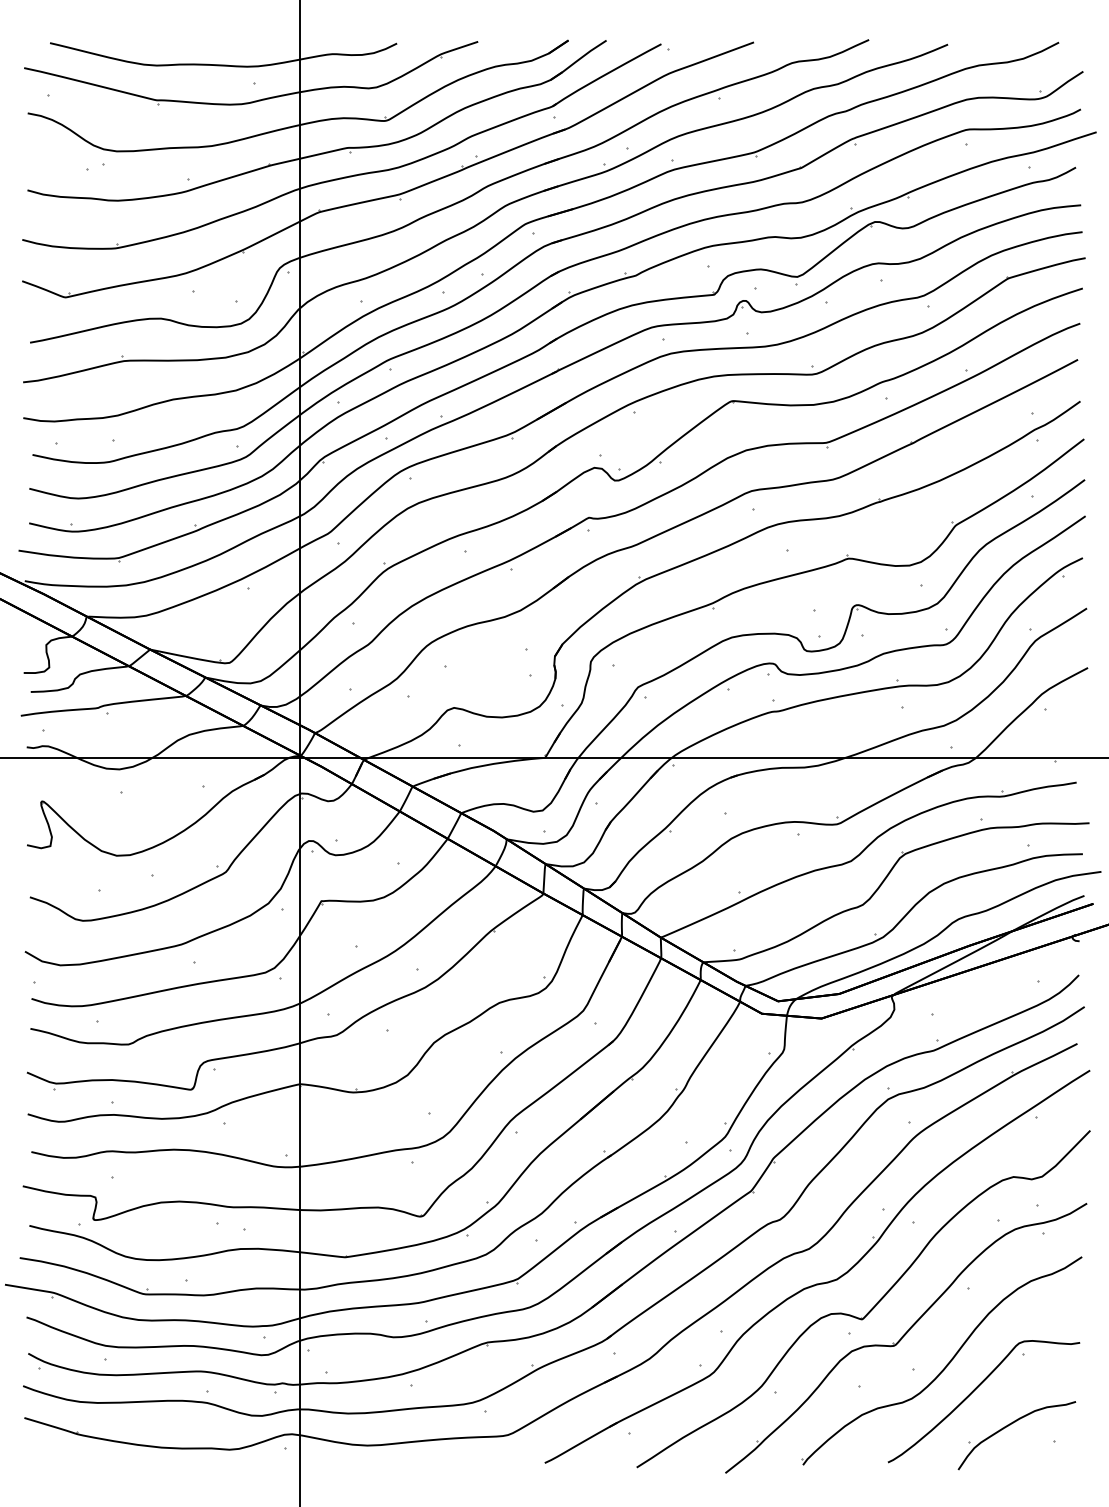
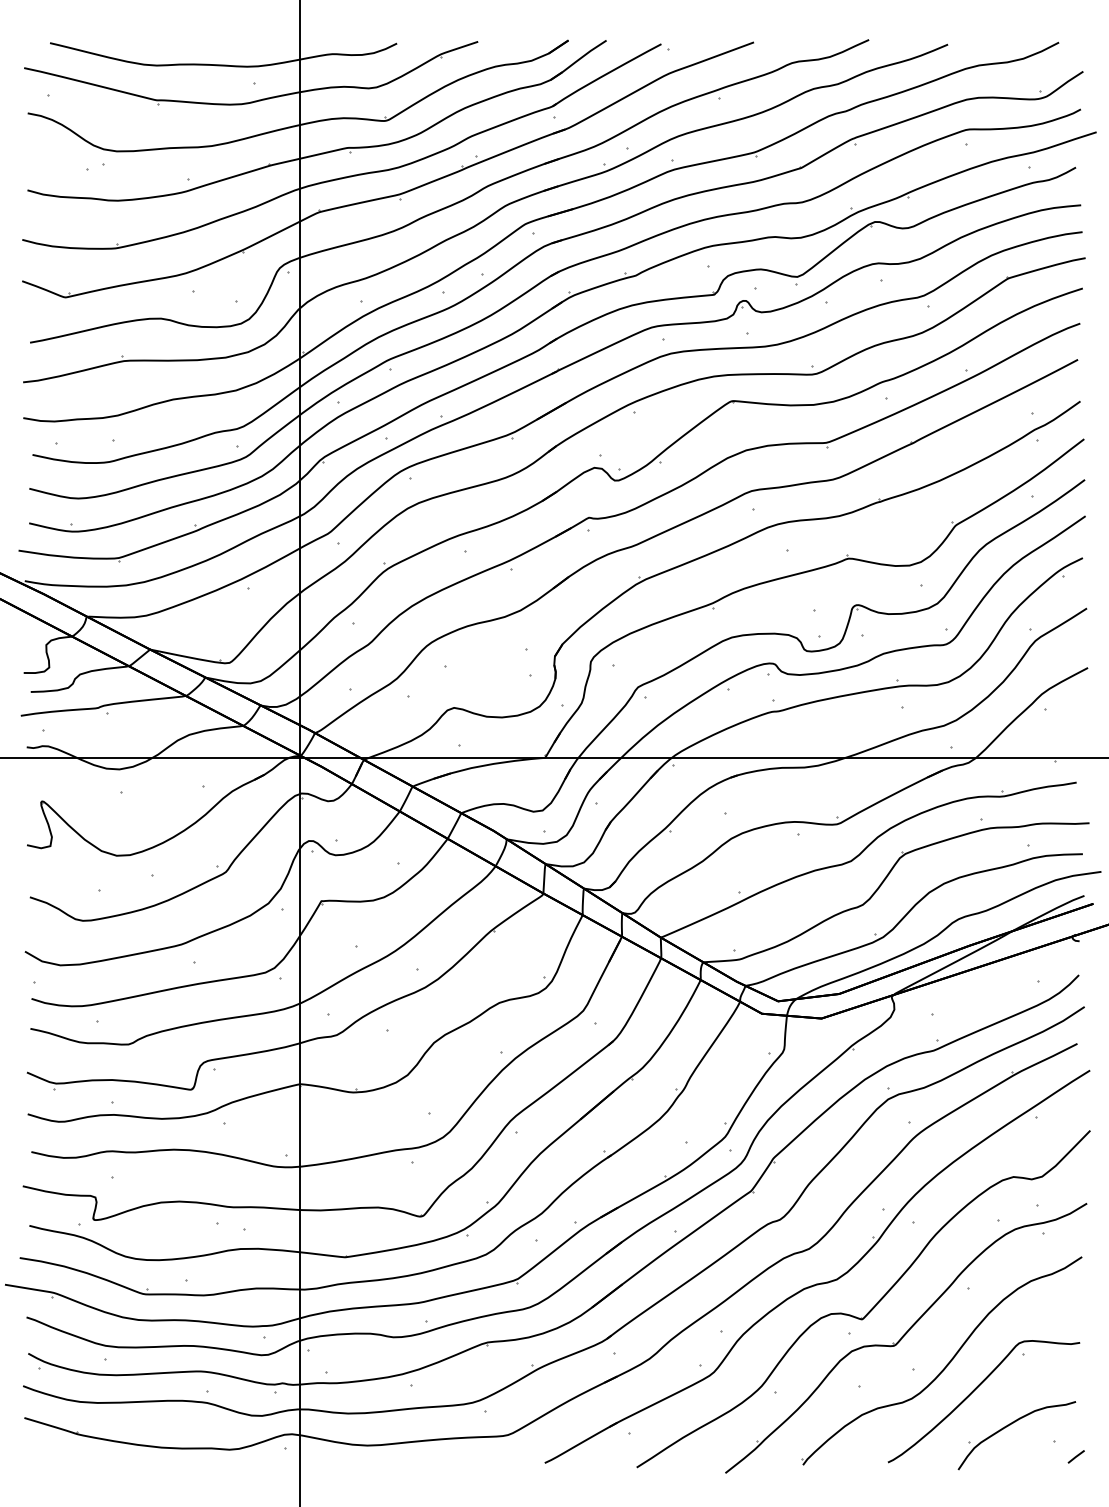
line at (1075, 1456): none -> present
